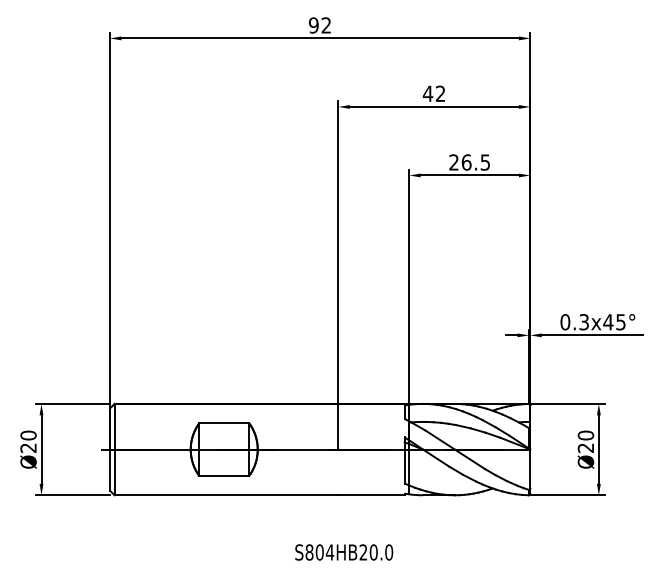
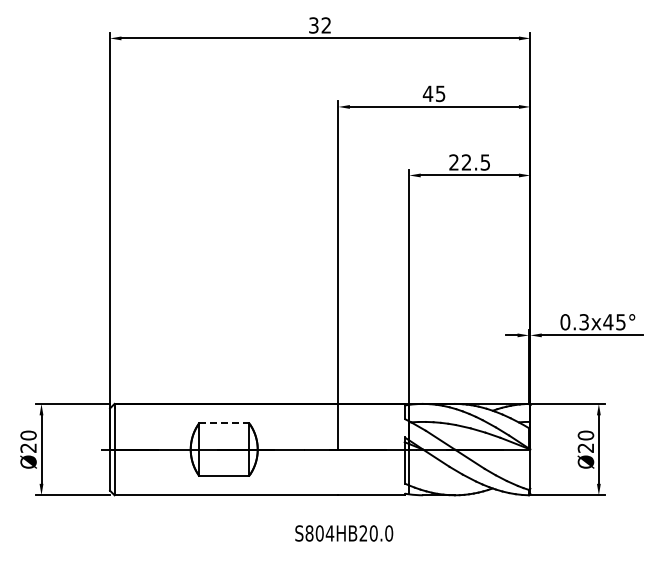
text at (313, 25): 92 -> 32
text at (440, 93): 42 -> 45
text at (466, 162): 26.5 -> 22.5
line at (224, 423): solid -> dashed
text at (344, 552) position: (344, 552) -> (344, 533)
